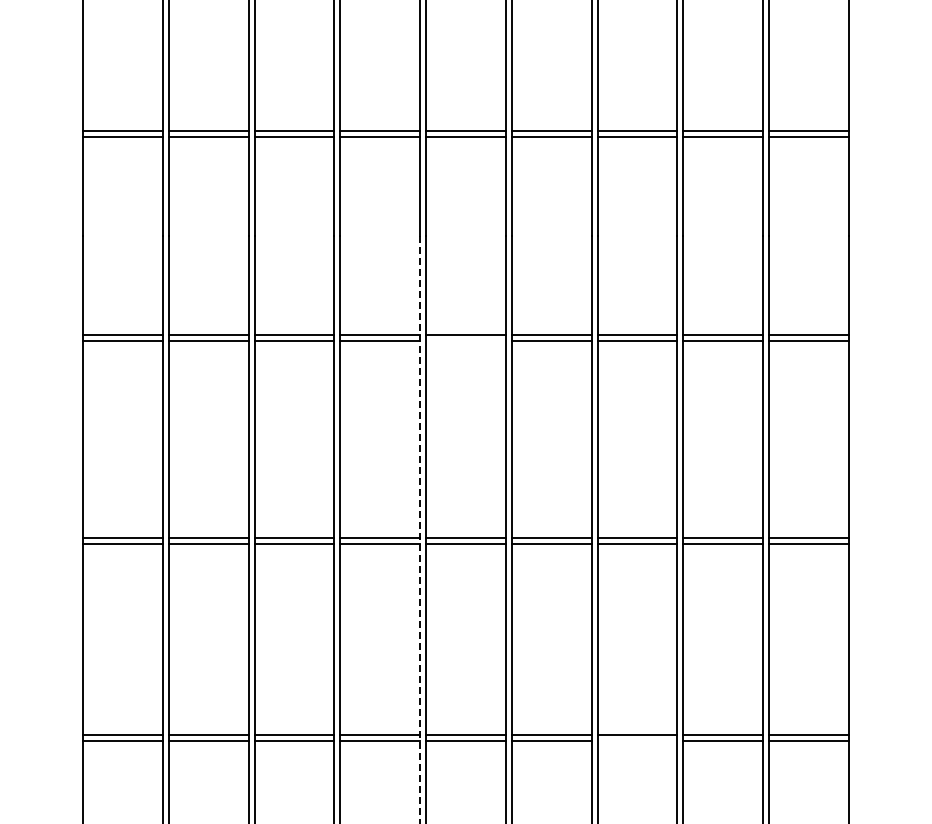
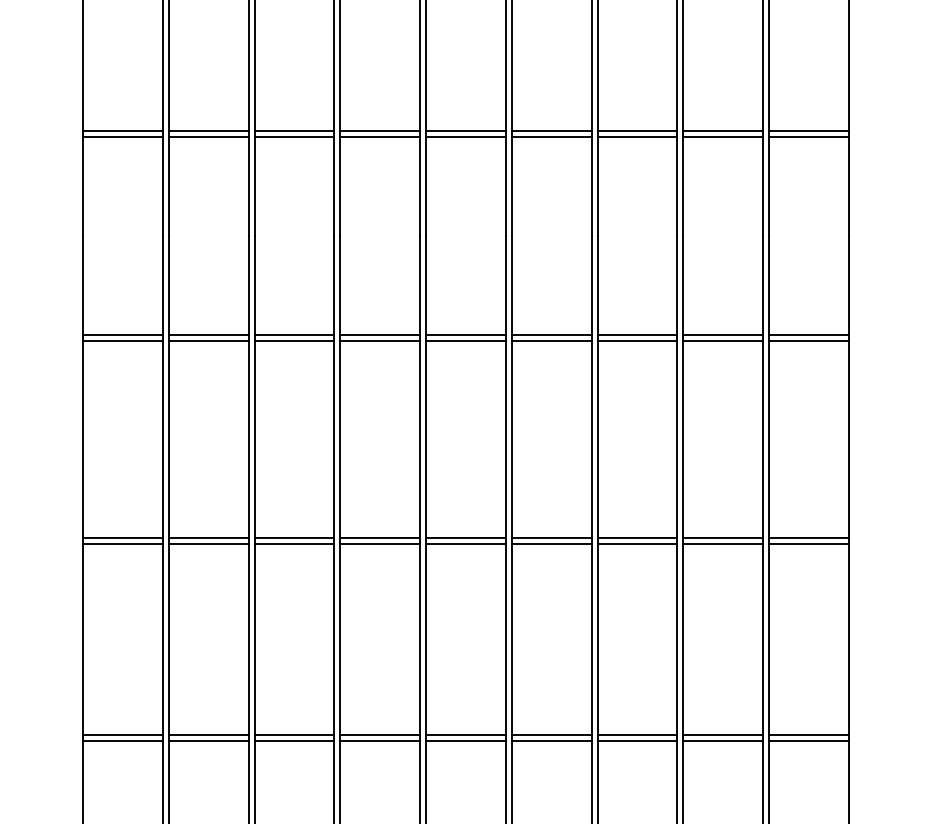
line at (465, 340): none -> present
line at (420, 529): dashed -> solid
line at (637, 740): none -> present
